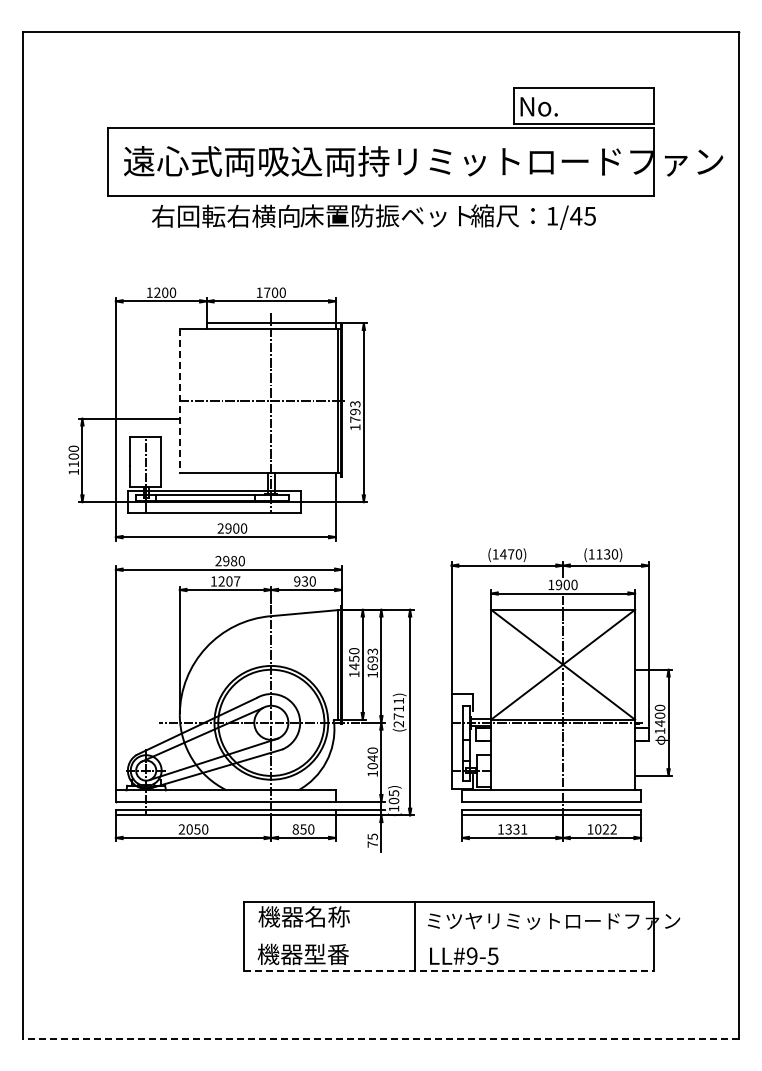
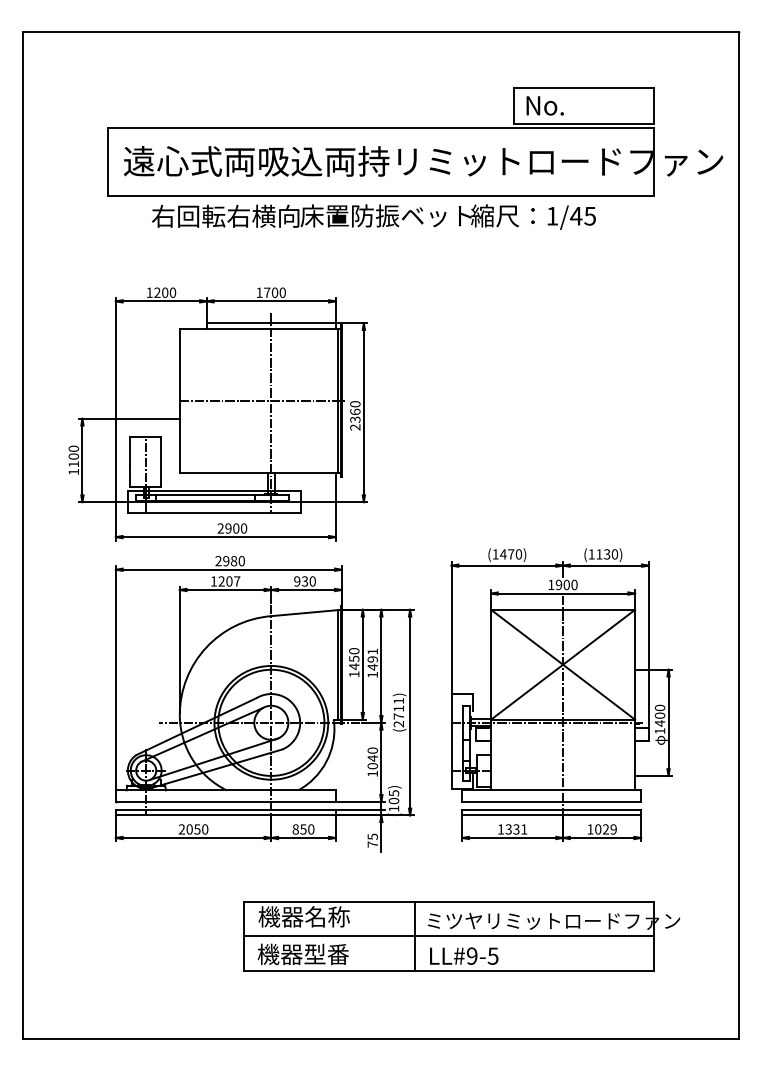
text at (538, 106) position: (538, 106) -> (544, 105)
line at (179, 401): dashed -> solid
text at (355, 415): 1793 -> 2360
text at (372, 659): 1693 -> 1491
text at (613, 829): 1022 -> 1029
line at (449, 936): none -> present
line at (449, 970): dashed -> solid
line at (380, 1038): dashed -> solid
